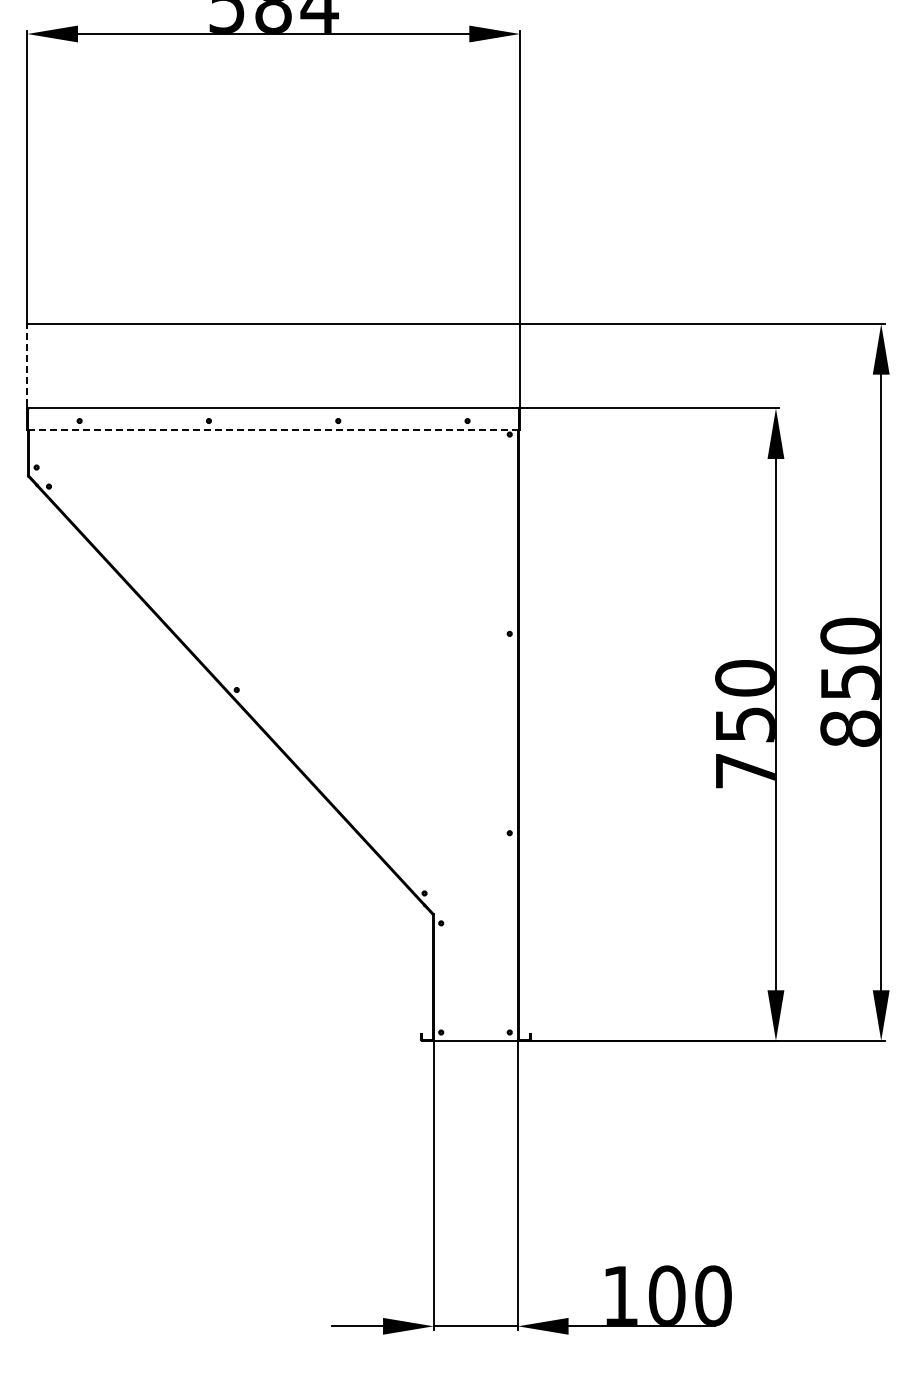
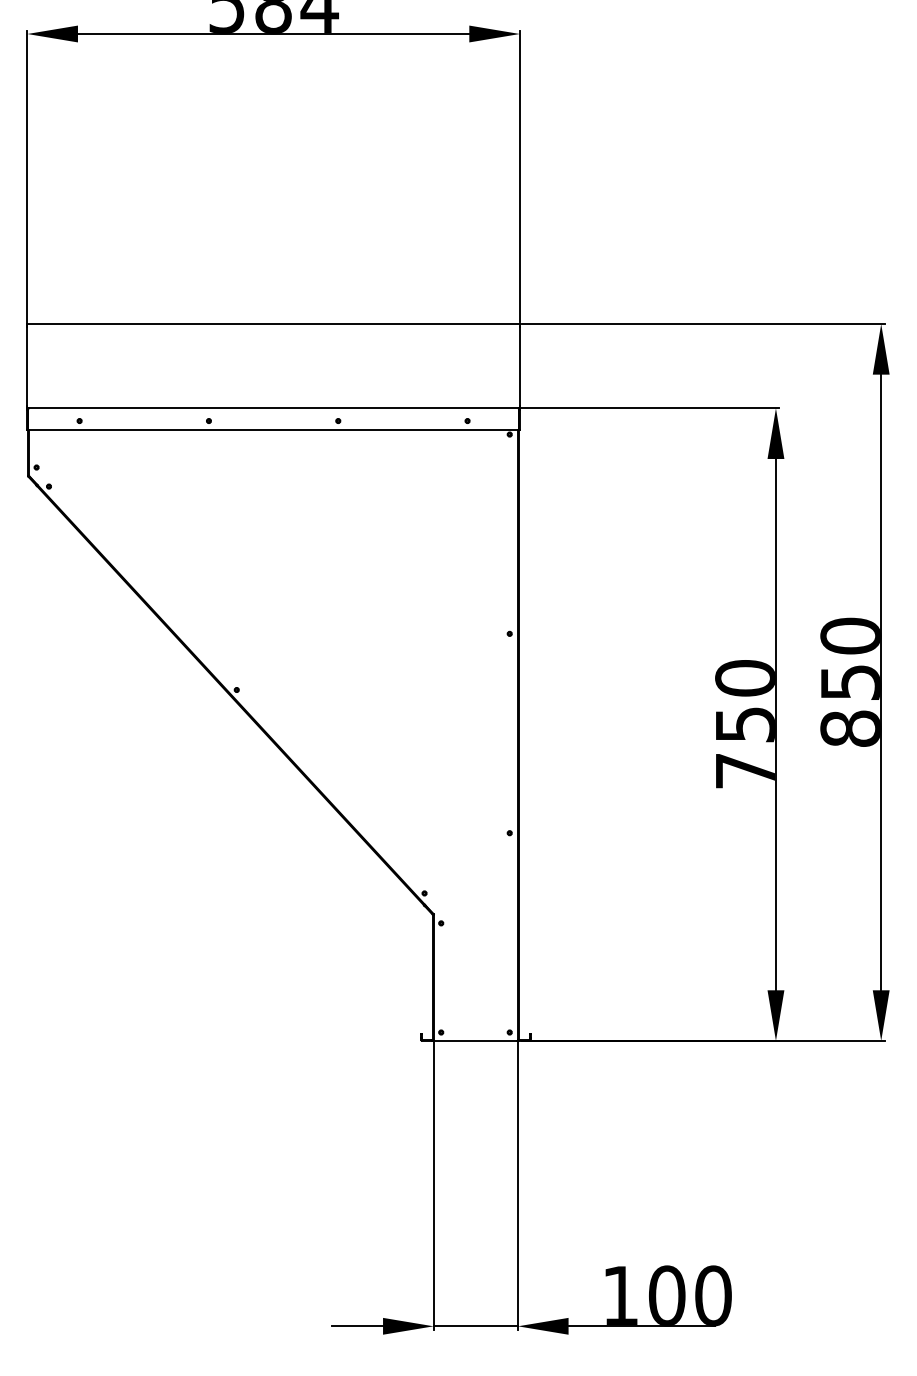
line at (27, 366): dashed -> solid
line at (274, 429): dashed -> solid
